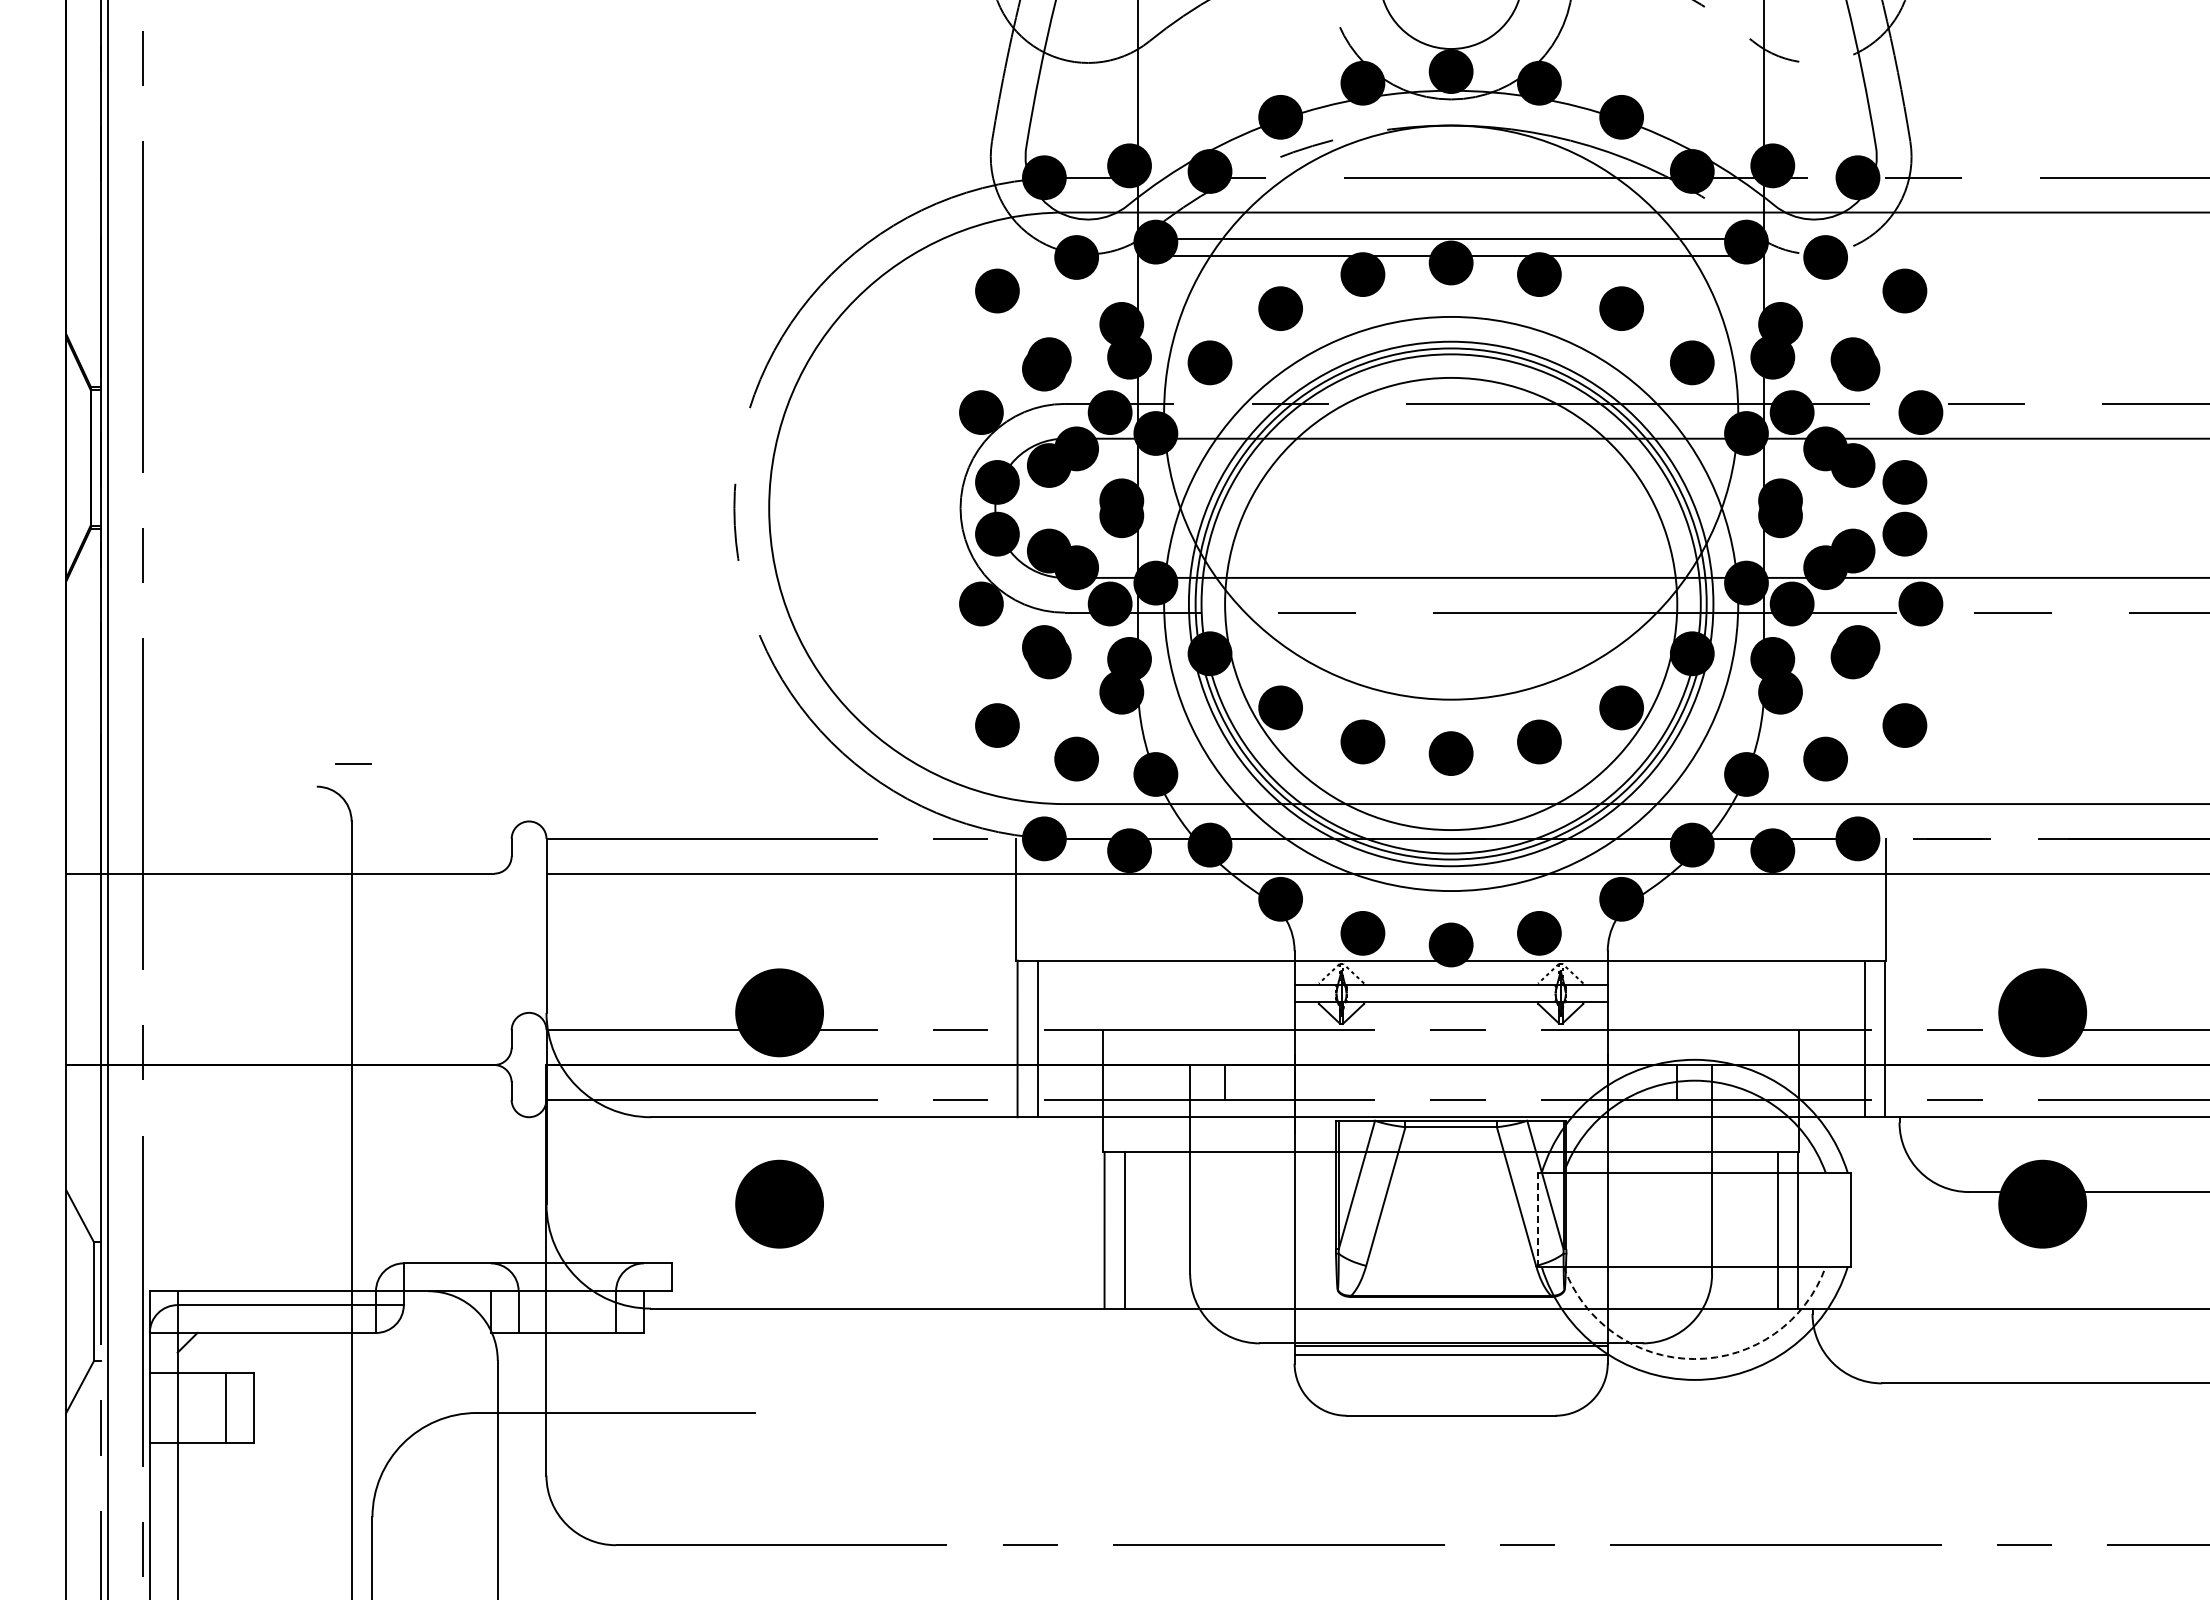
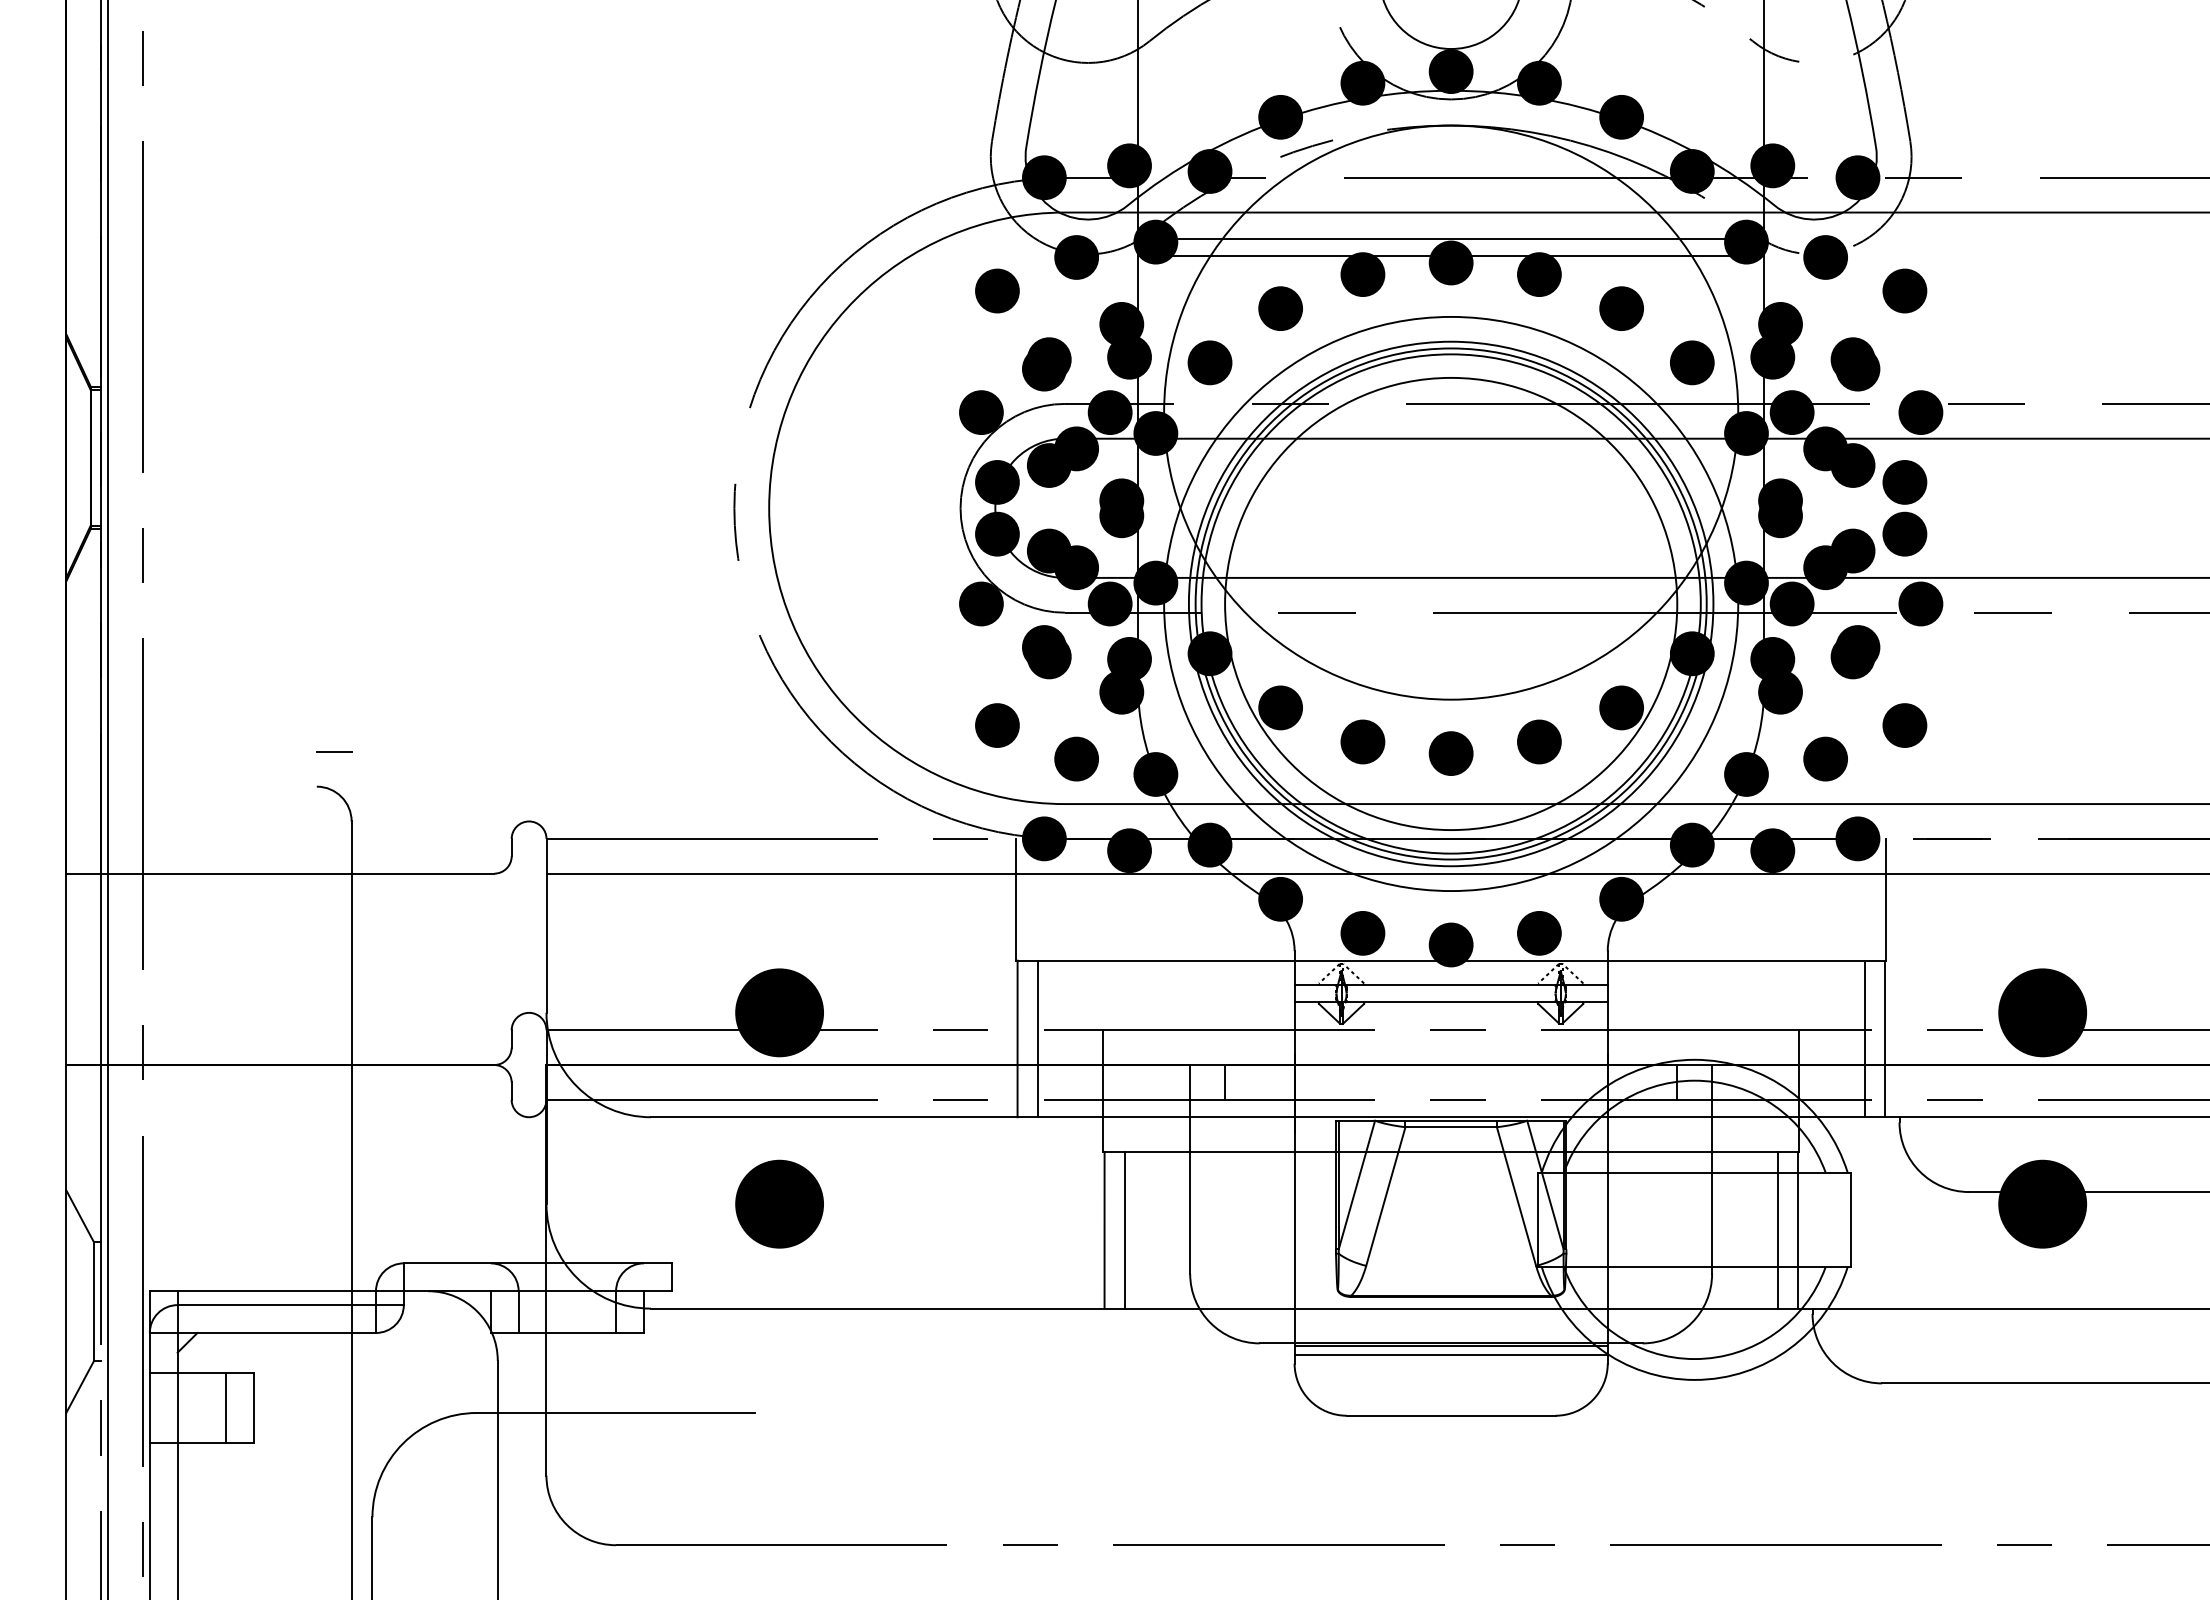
line at (353, 763) position: (353, 763) -> (334, 751)
line at (1538, 1219): dashed -> solid
arc at (1694, 1359): dashed -> solid
